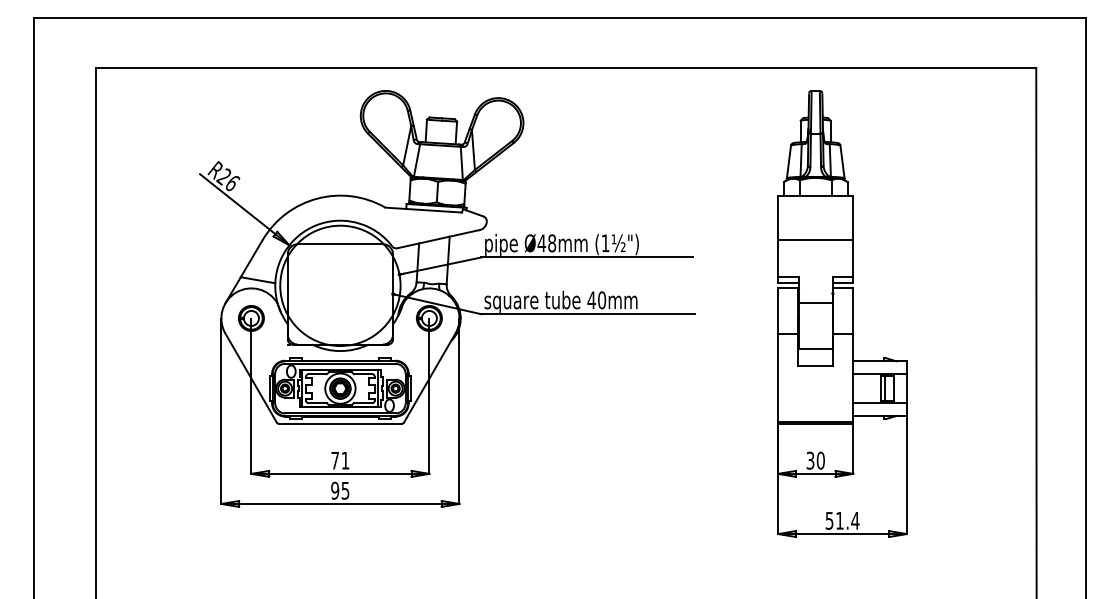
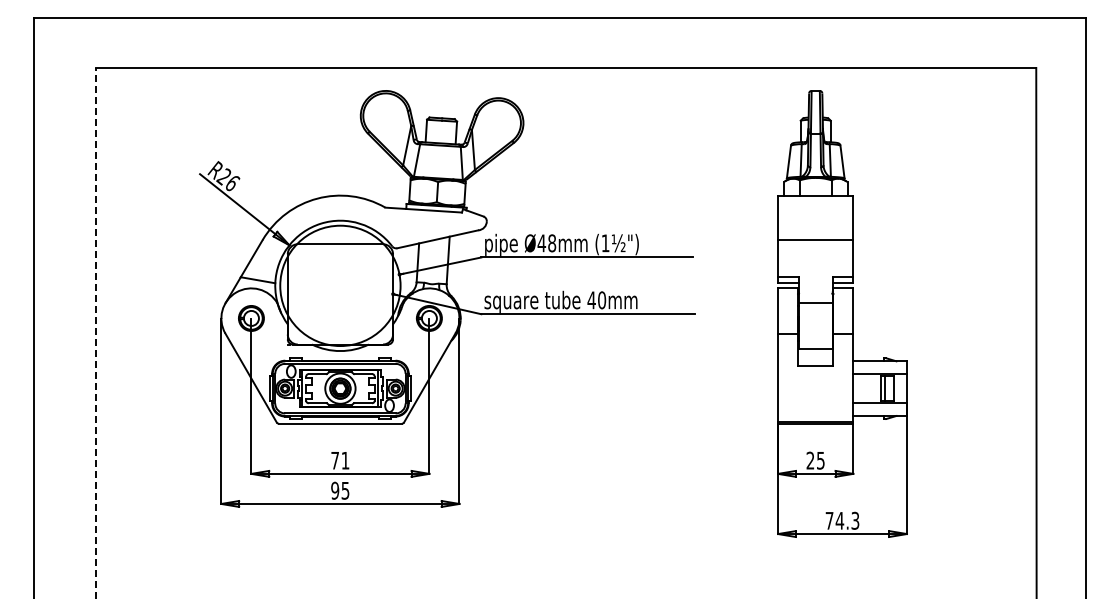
line at (96, 332): solid -> dashed
text at (815, 460): 30 -> 25
text at (842, 520): 51.4 -> 74.3
